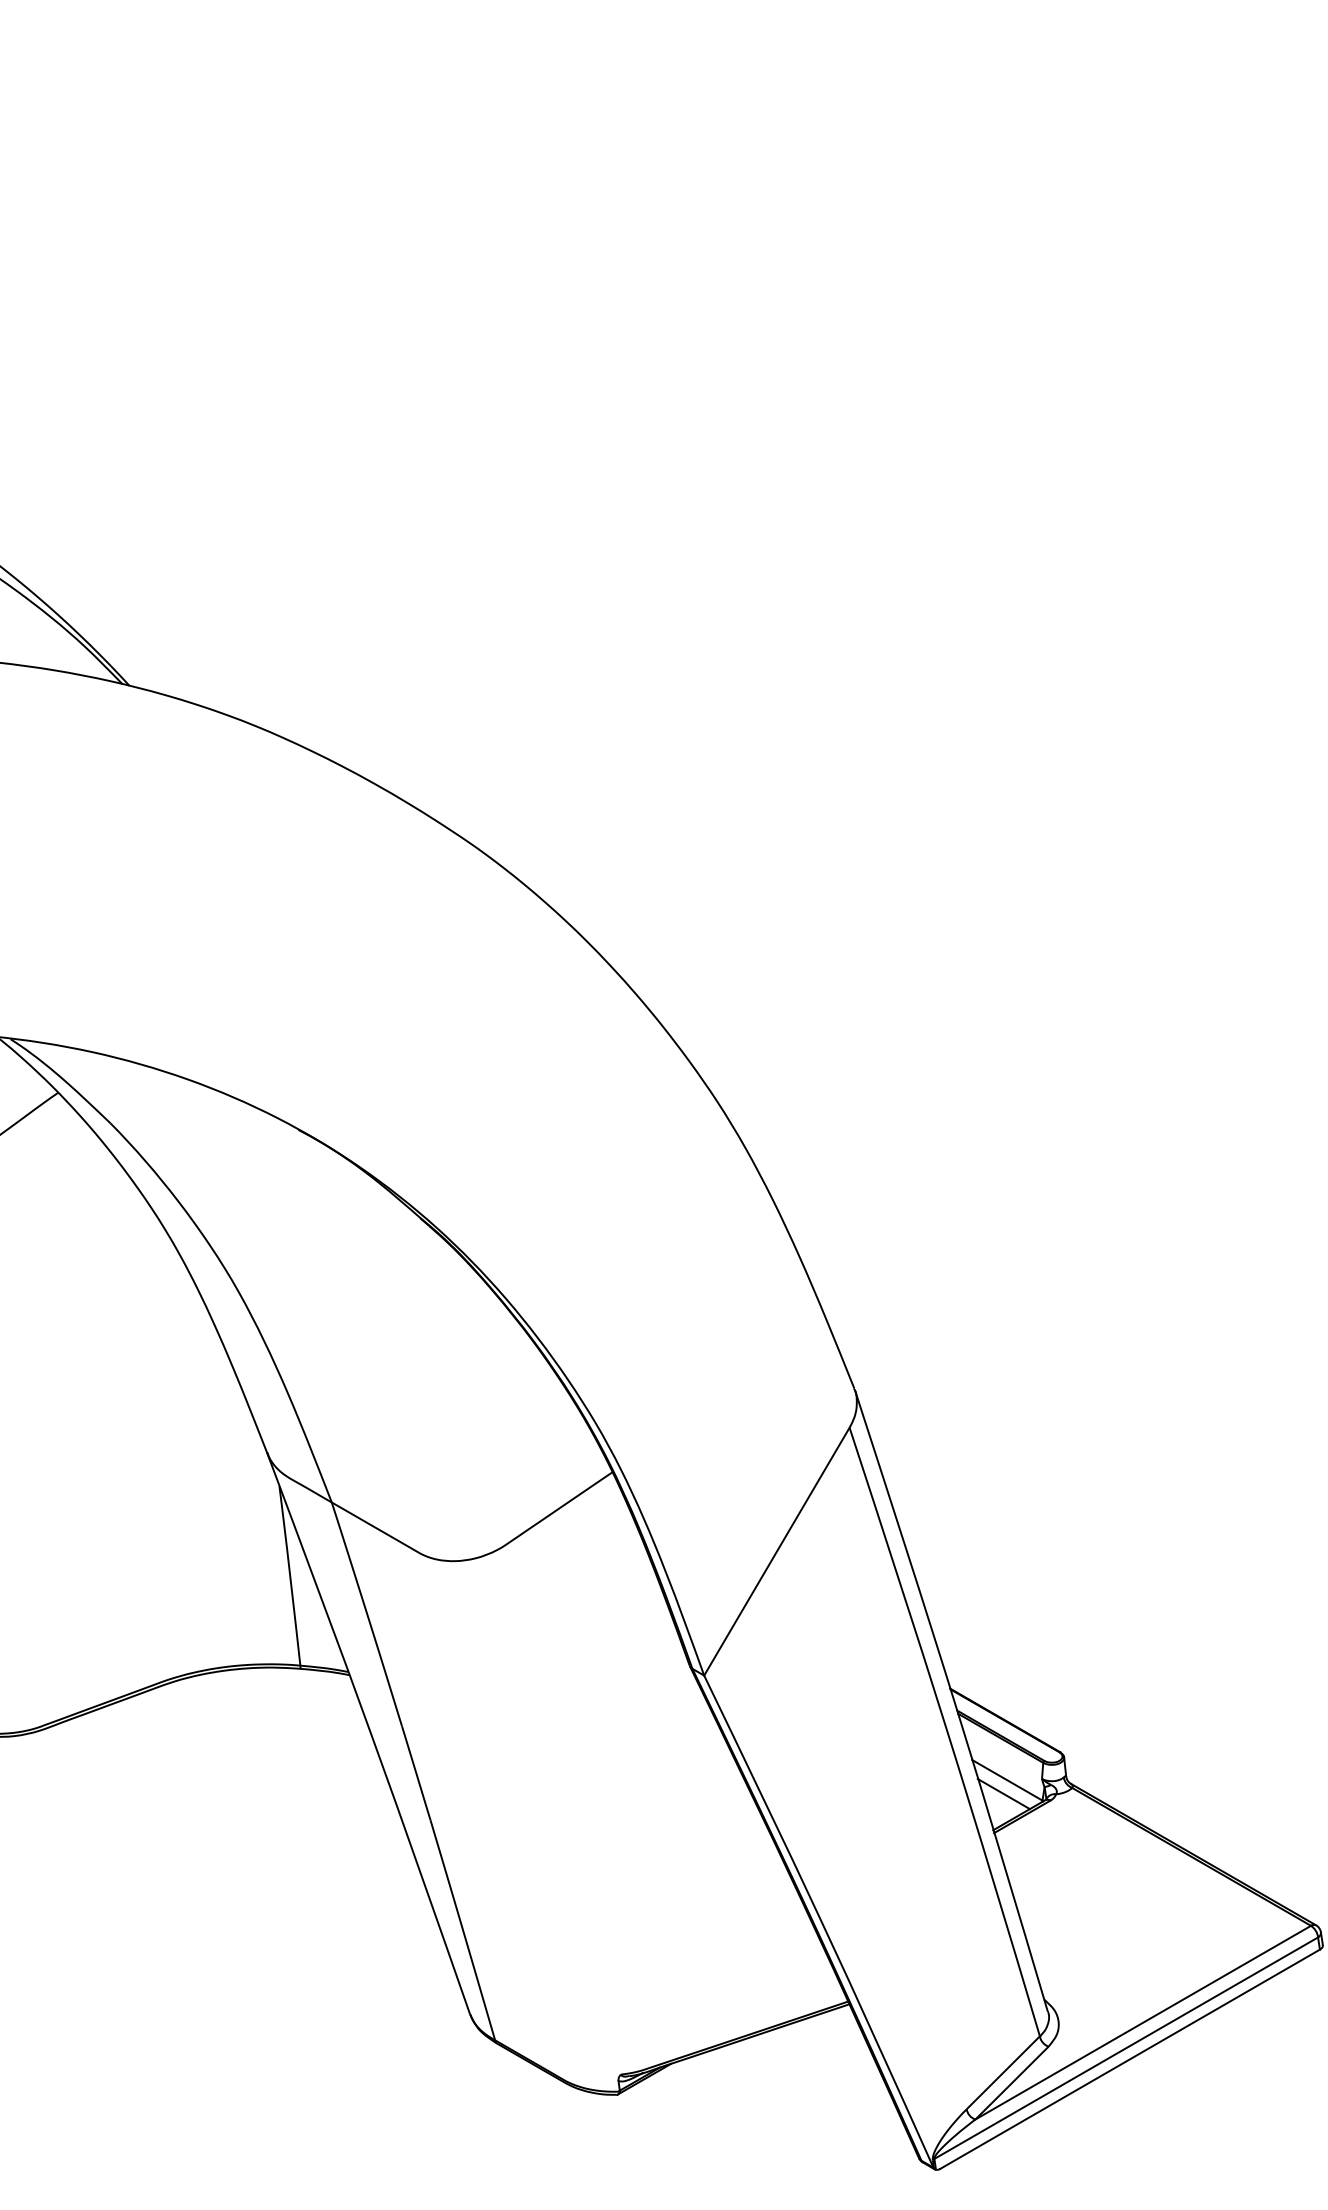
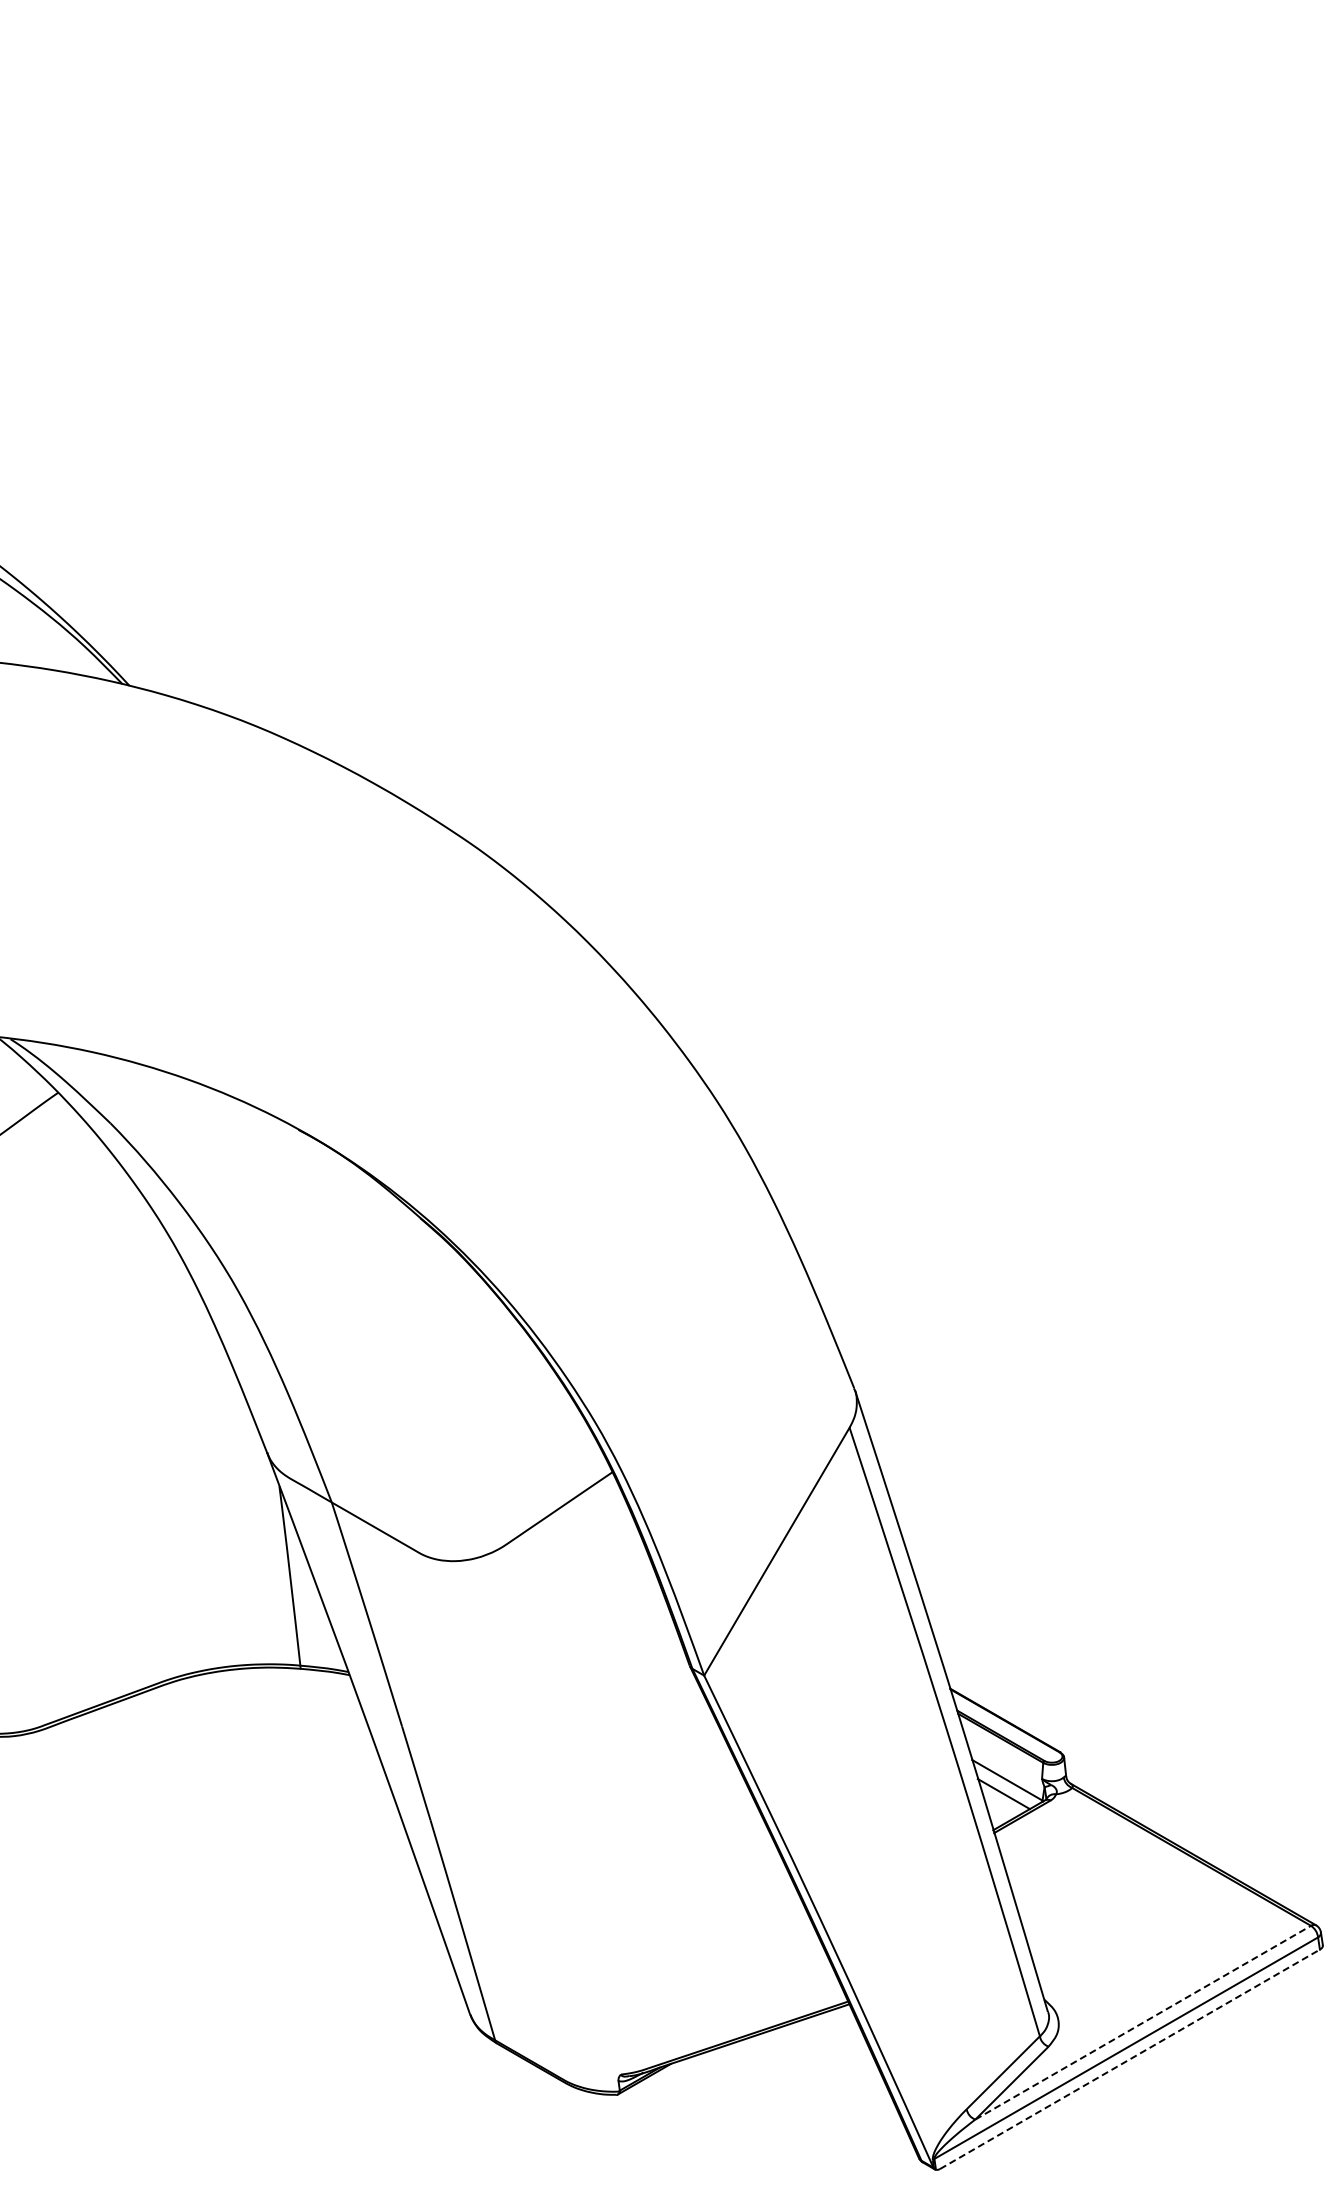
line at (1143, 2022): solid -> dashed
line at (1130, 2059): solid -> dashed
